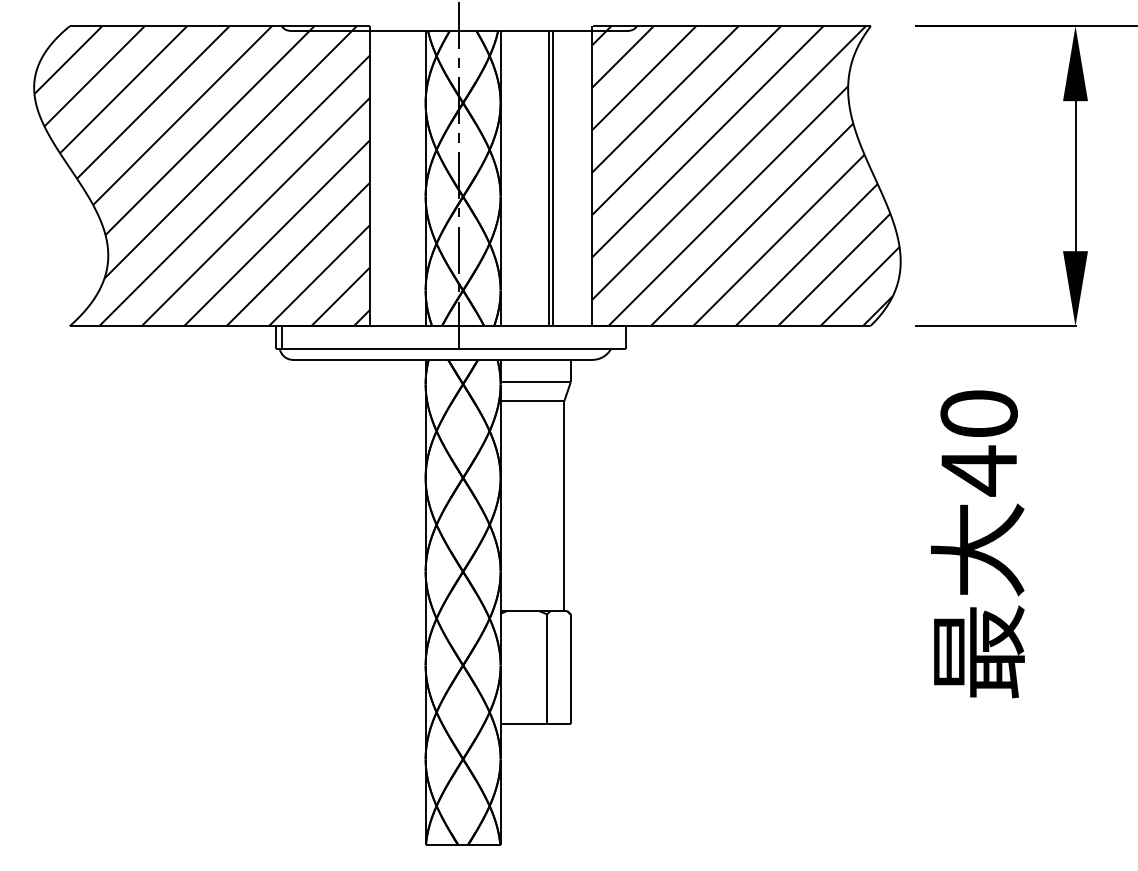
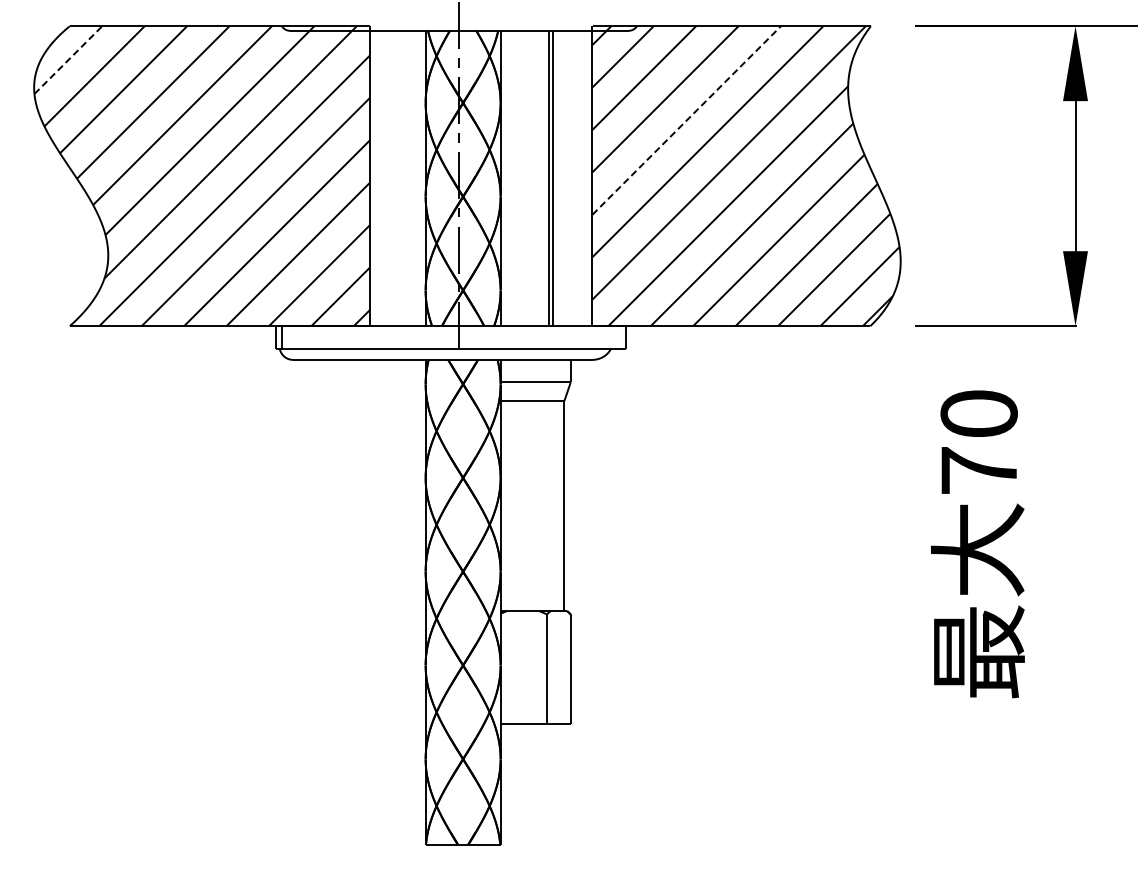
line at (68, 60): solid -> dashed
line at (687, 120): solid -> dashed
text at (978, 470): 40 -> 70
